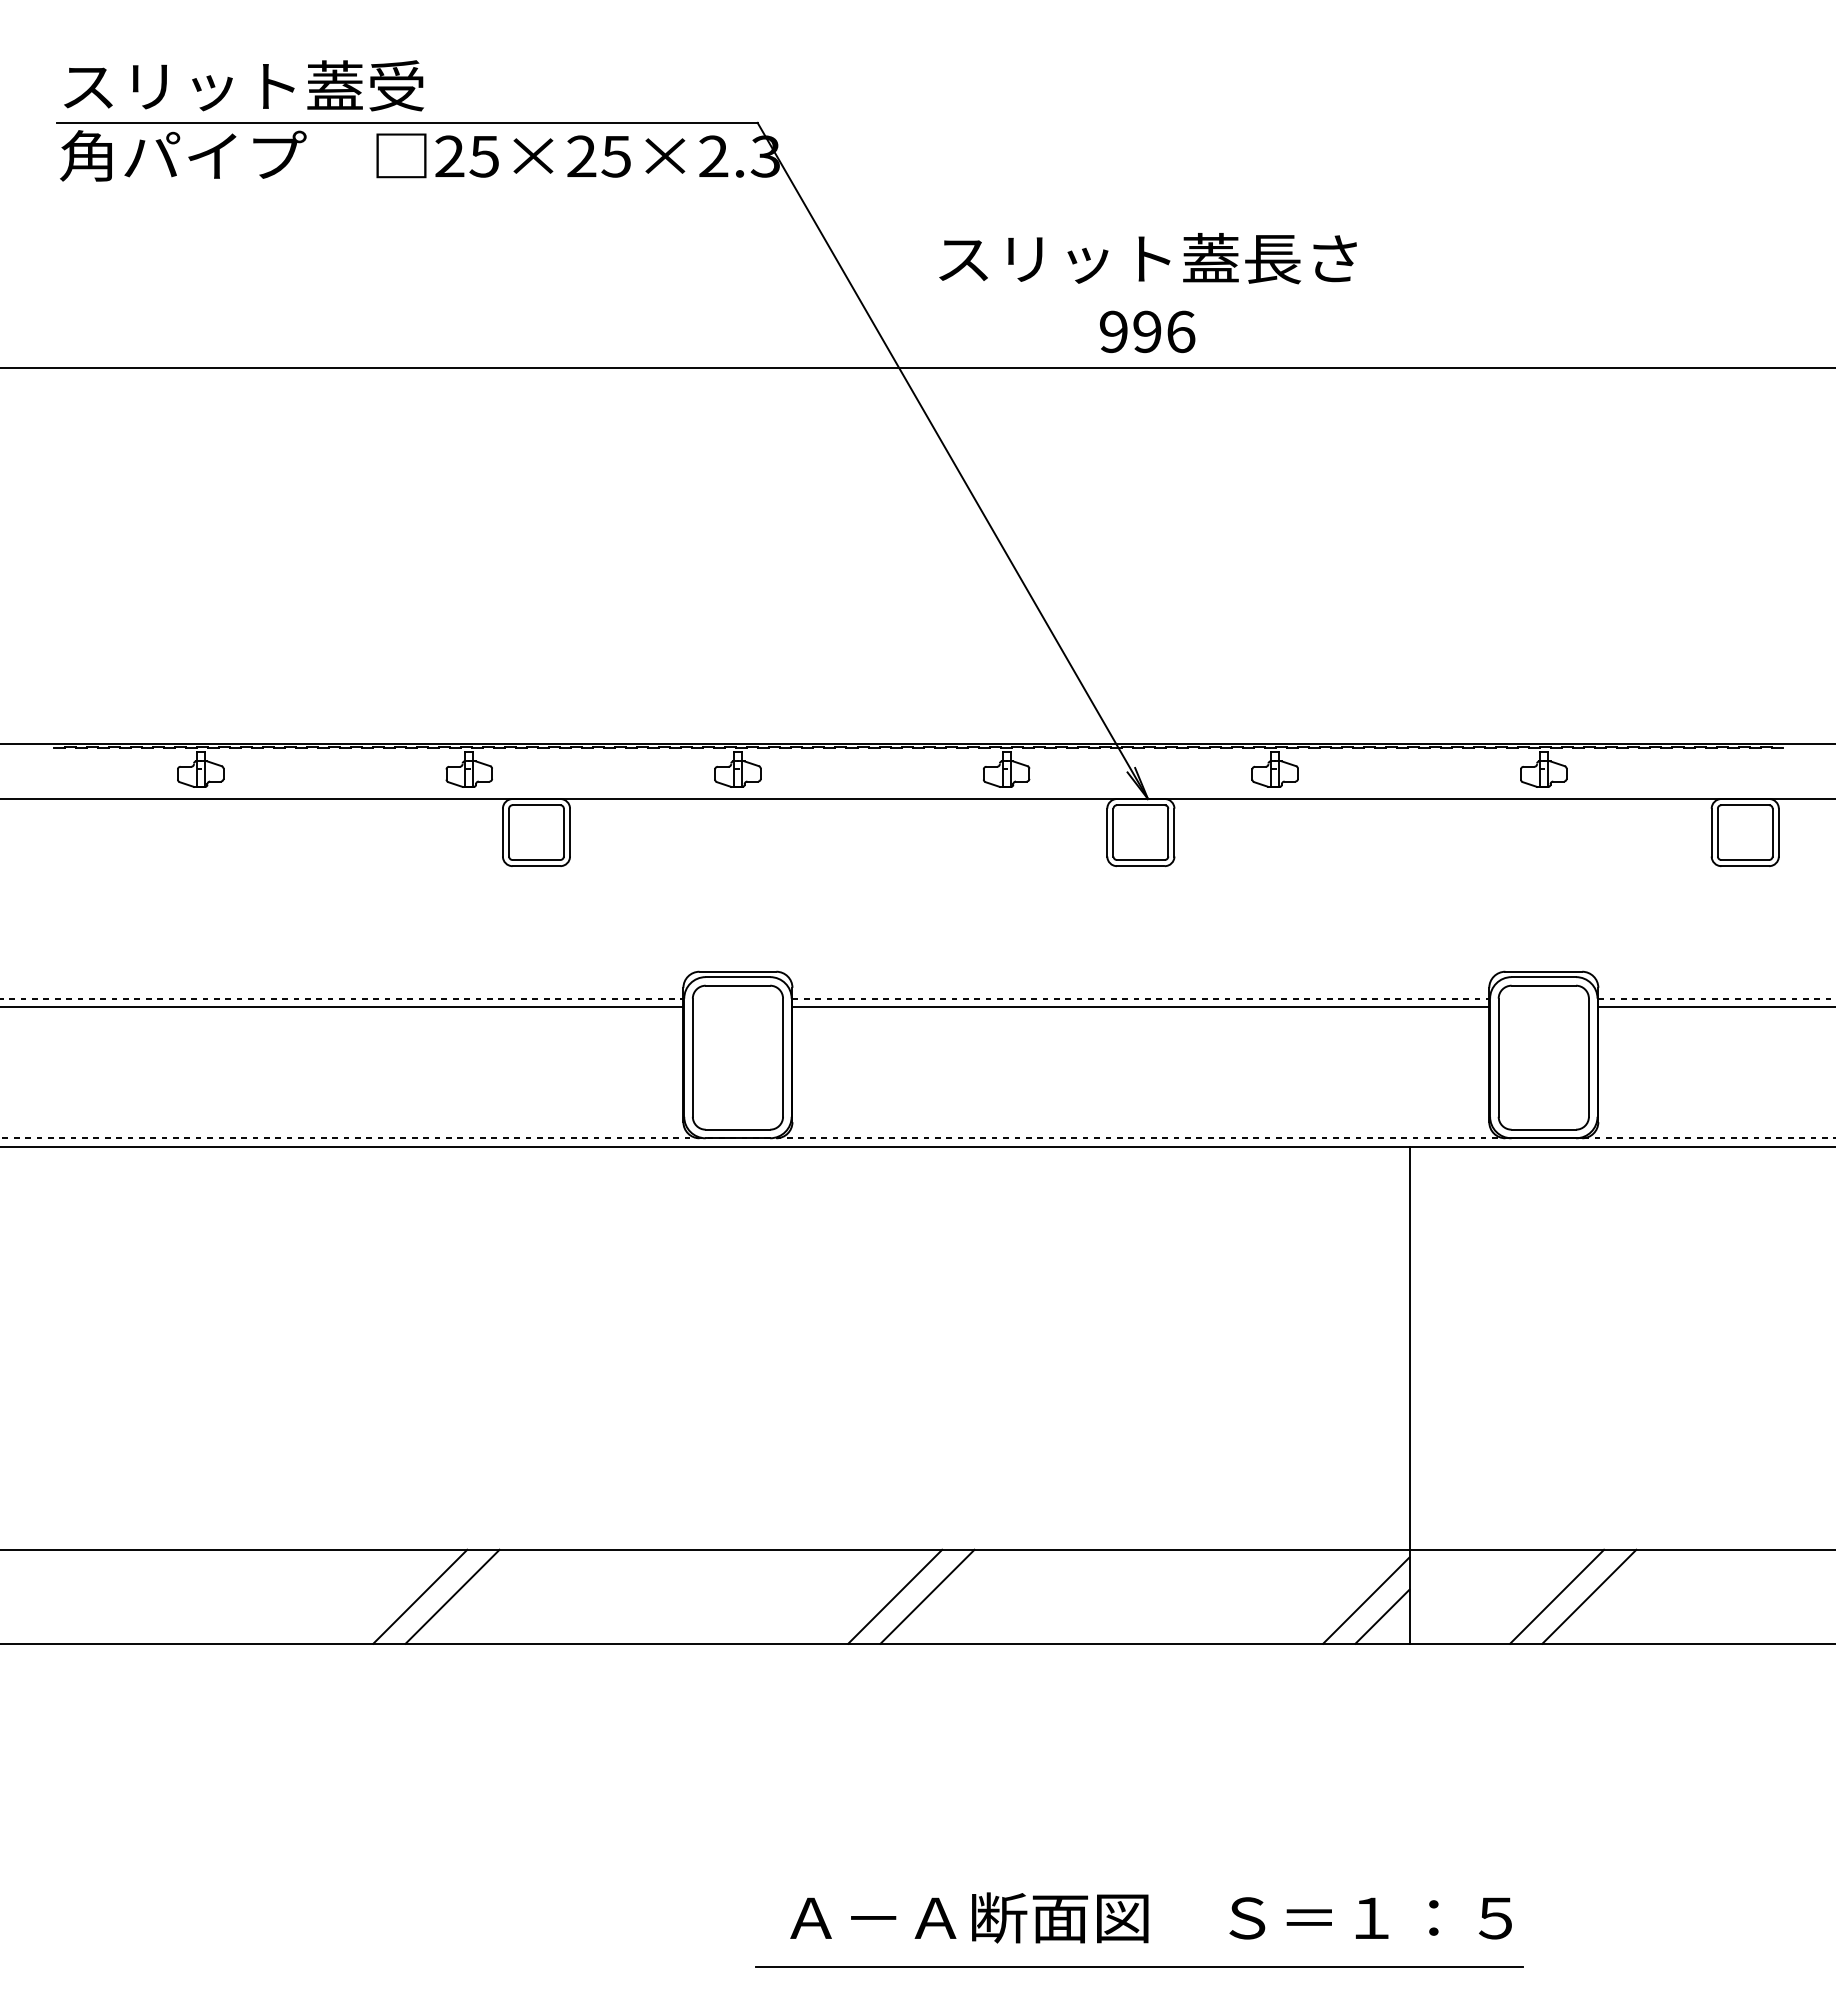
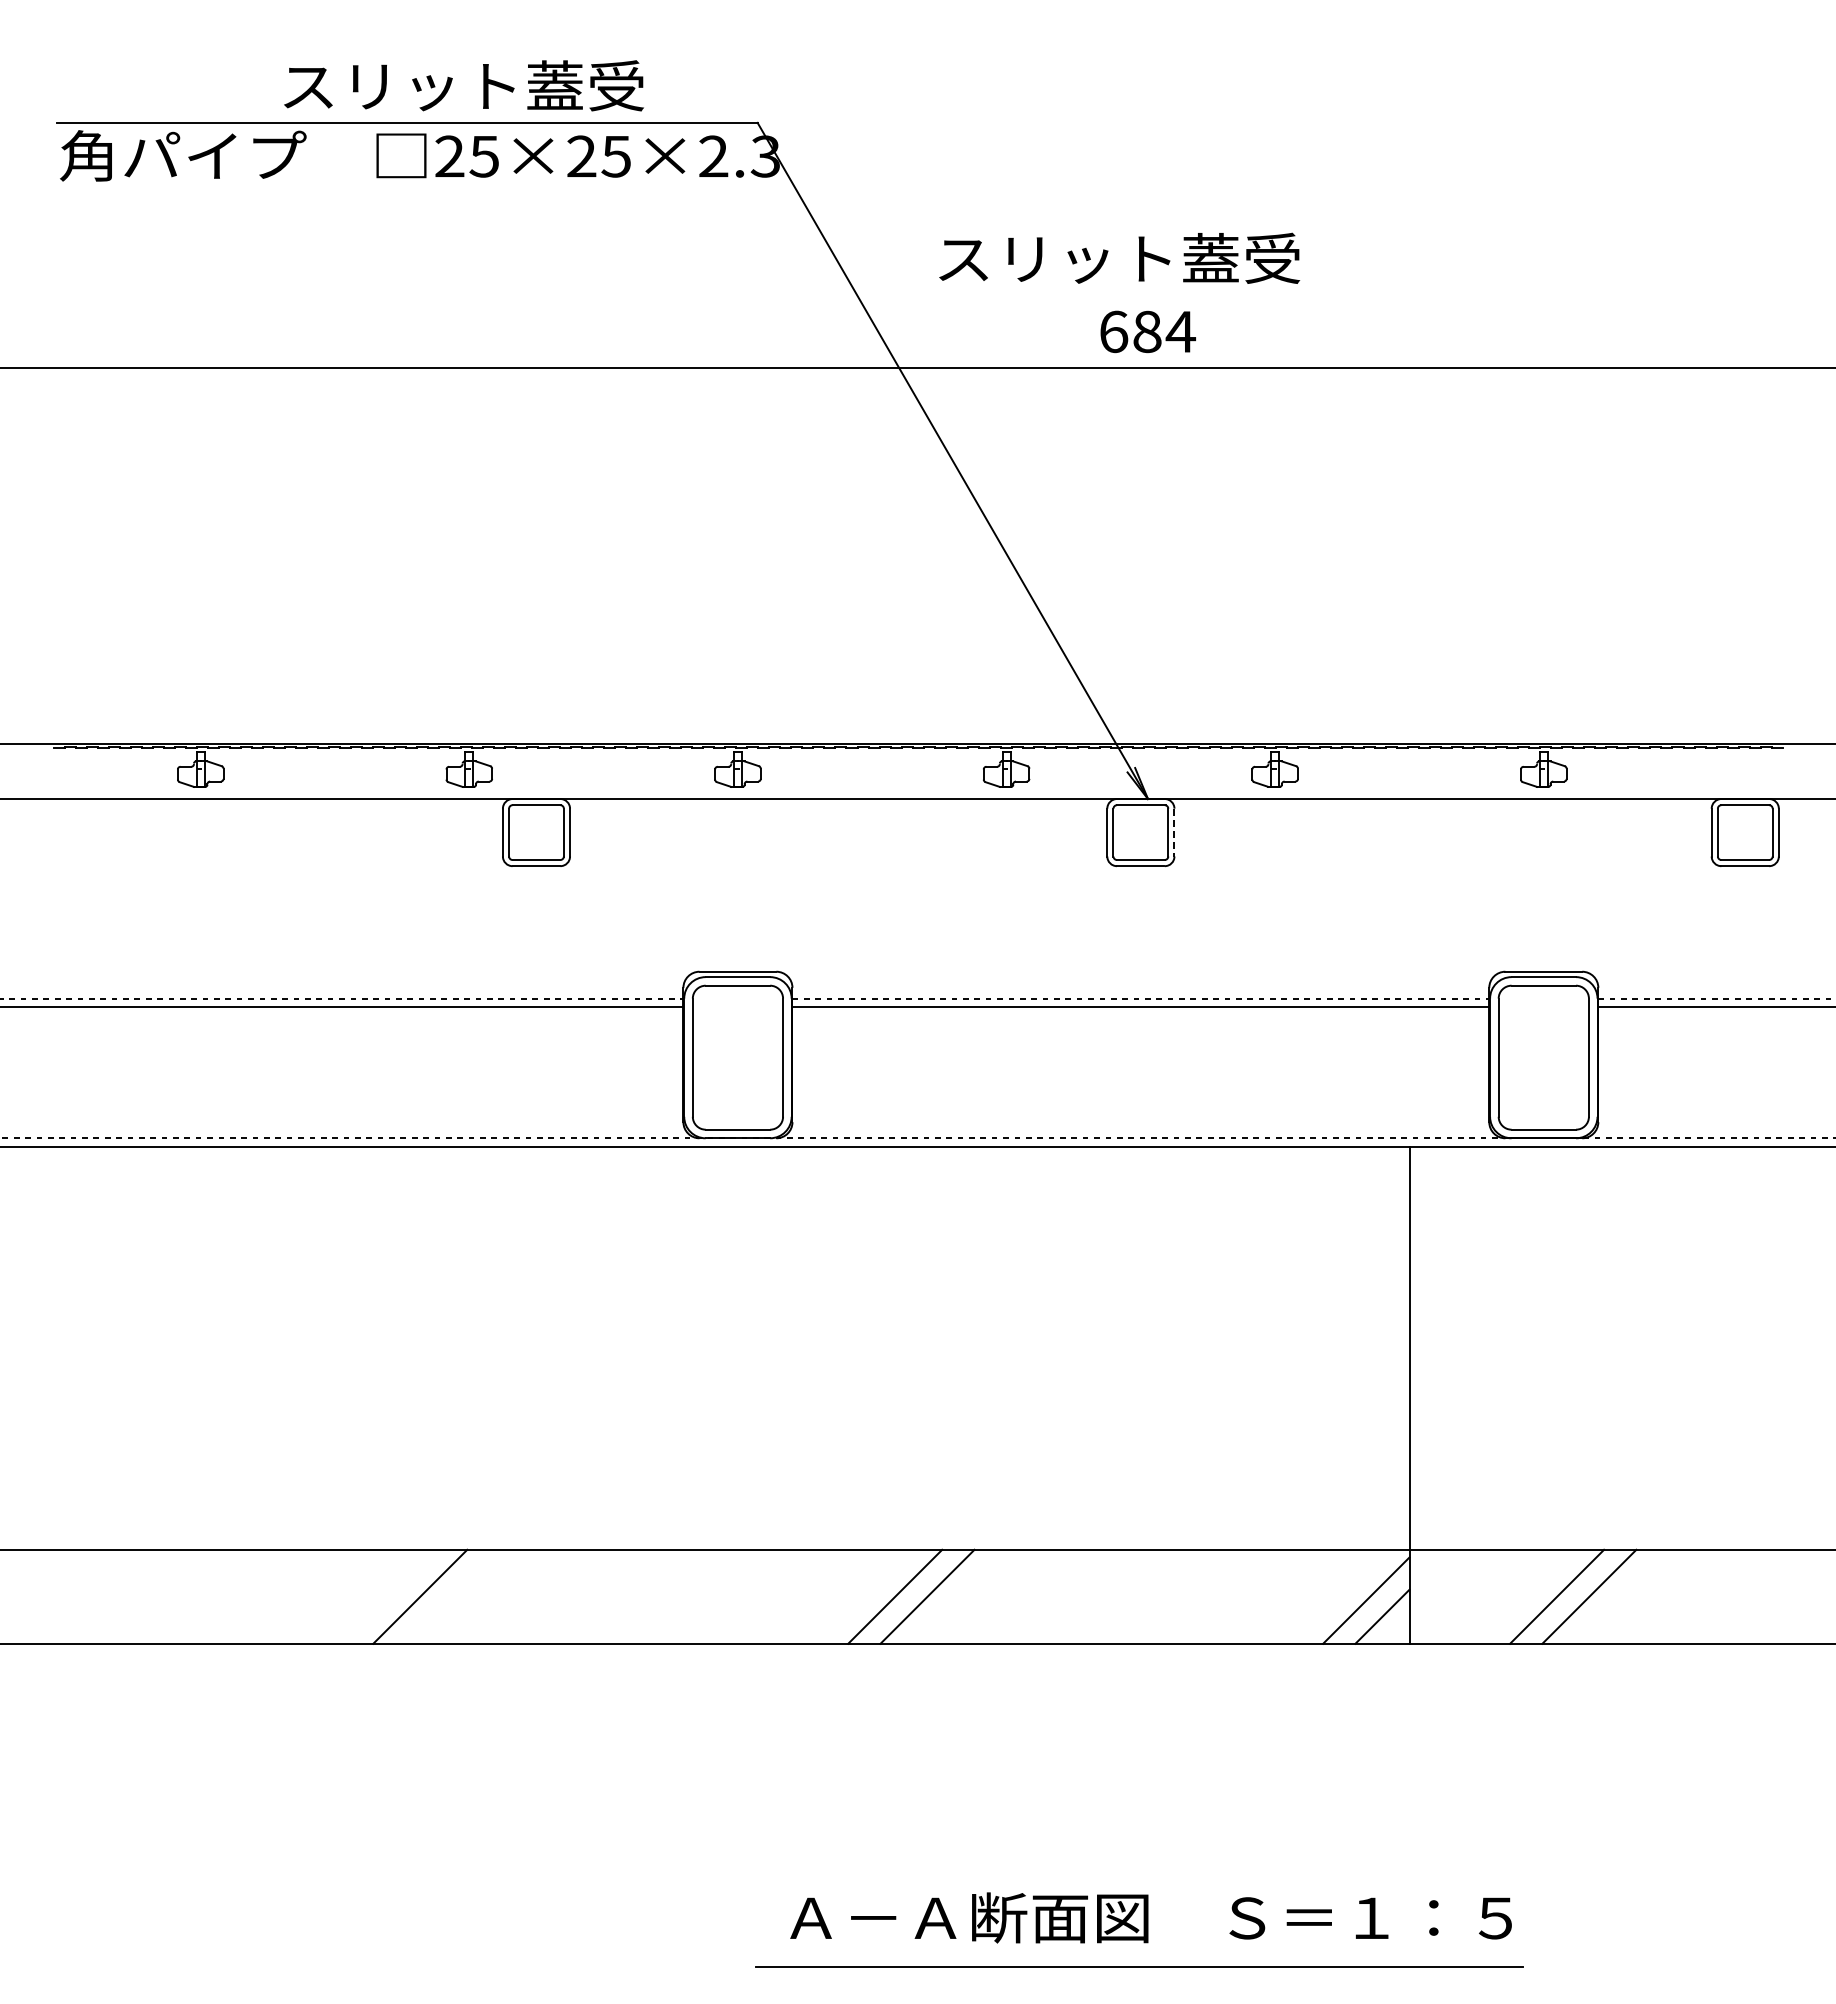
text at (243, 85) position: (243, 85) -> (463, 85)
text at (1300, 258): スリット蓋長さ -> スリット蓋受
text at (1148, 331): 996 -> 684
line at (1174, 832): solid -> dashed
line at (452, 1596): present -> none
